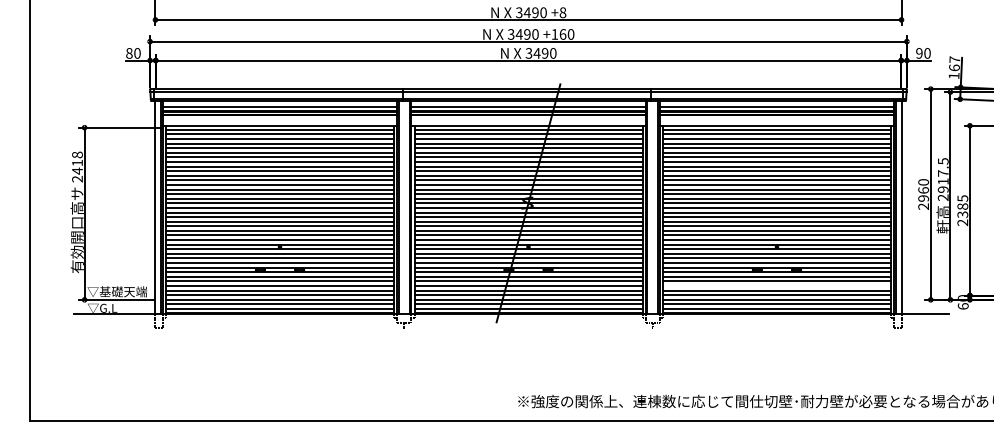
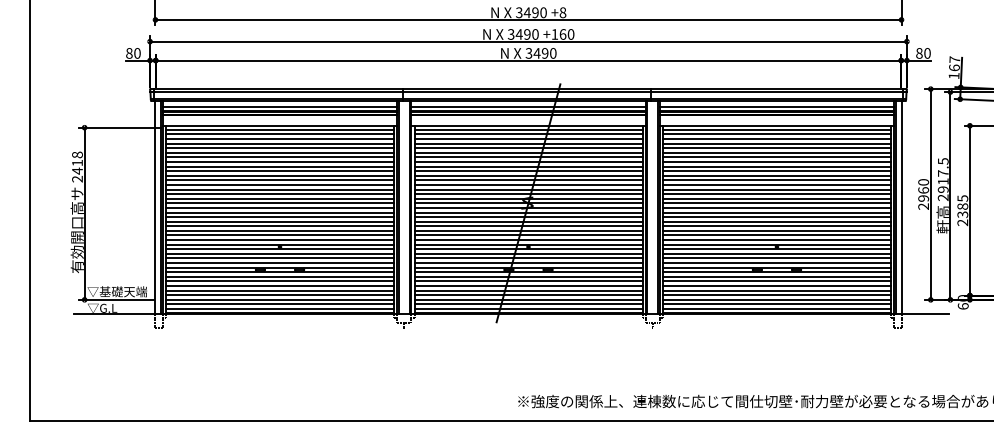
text at (919, 53): 90 -> 80
line at (776, 285): none -> present
